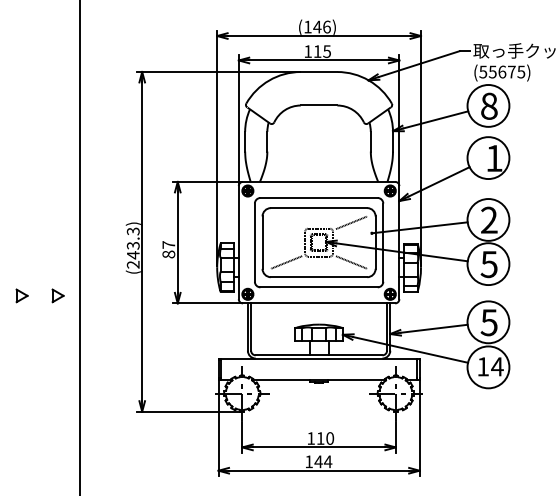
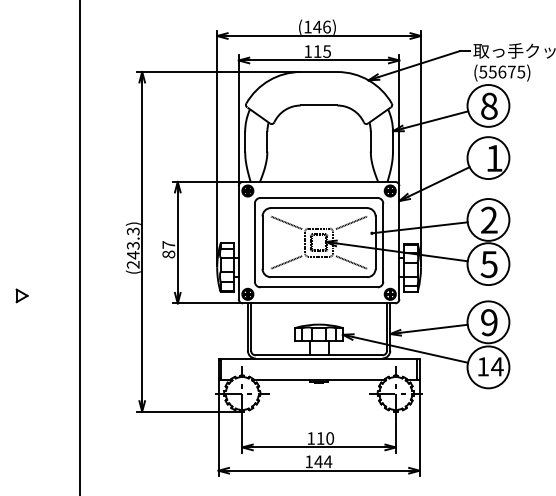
line at (286, 222): none -> present
part at (57, 295): present -> none
text at (488, 322): 5 -> 9
